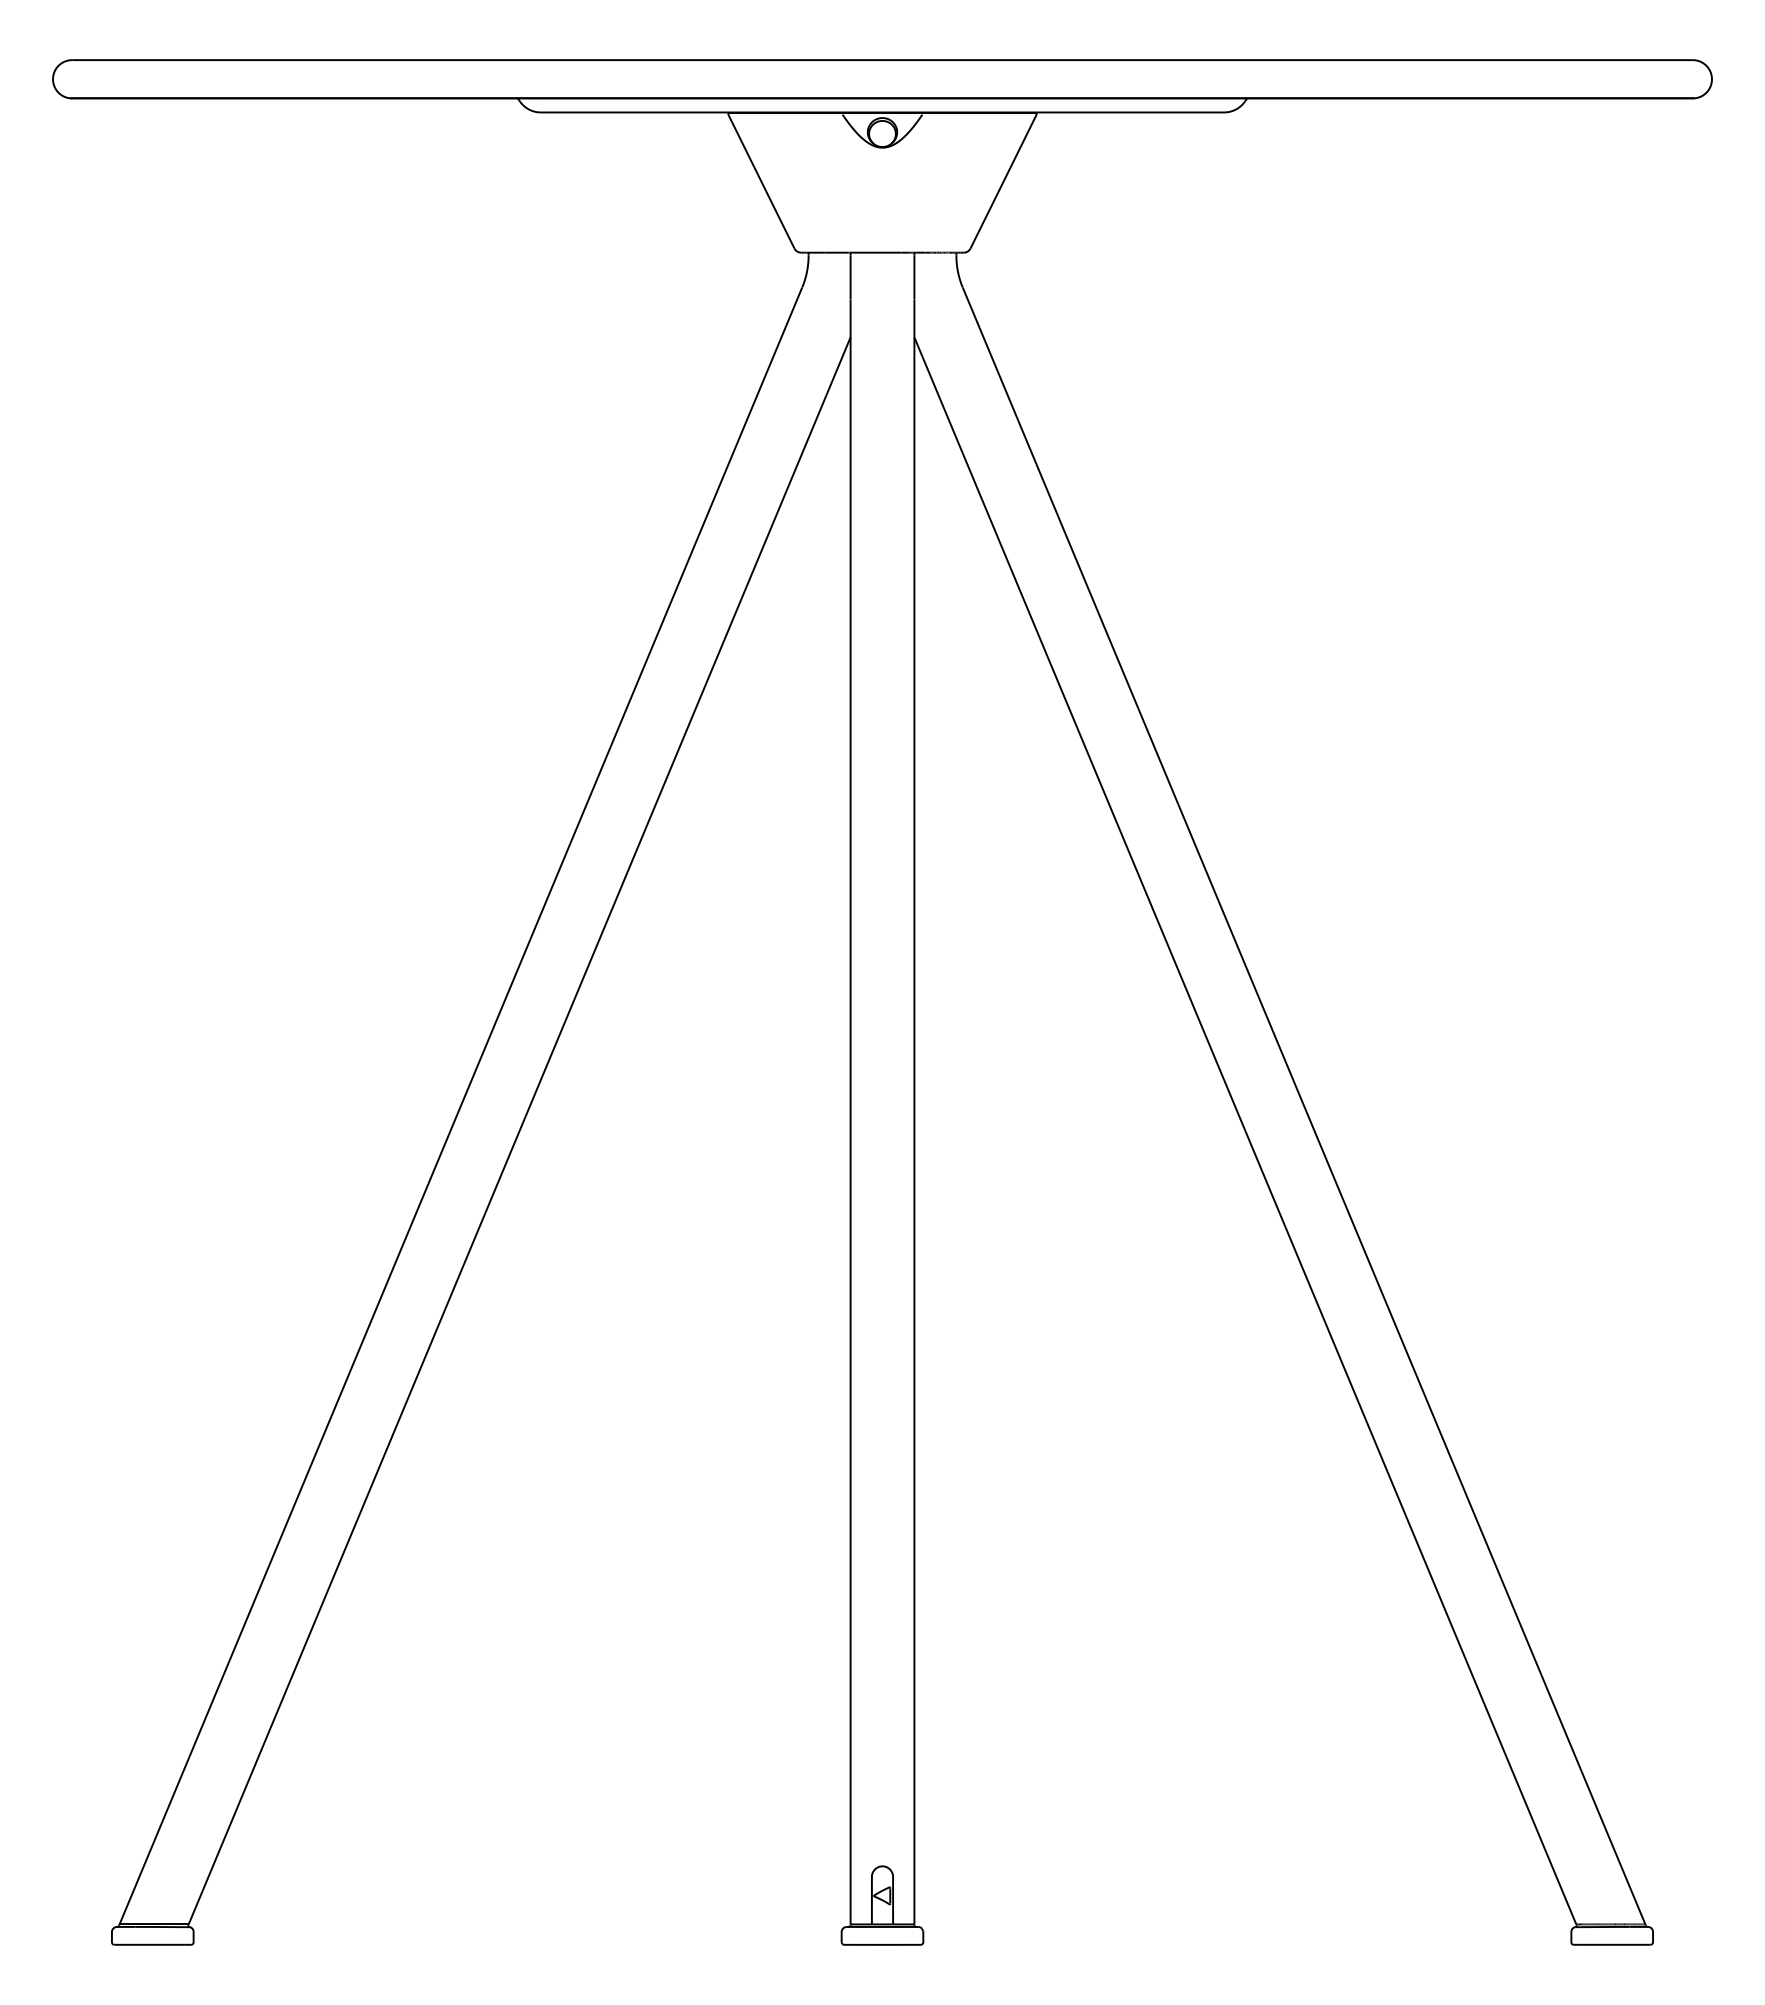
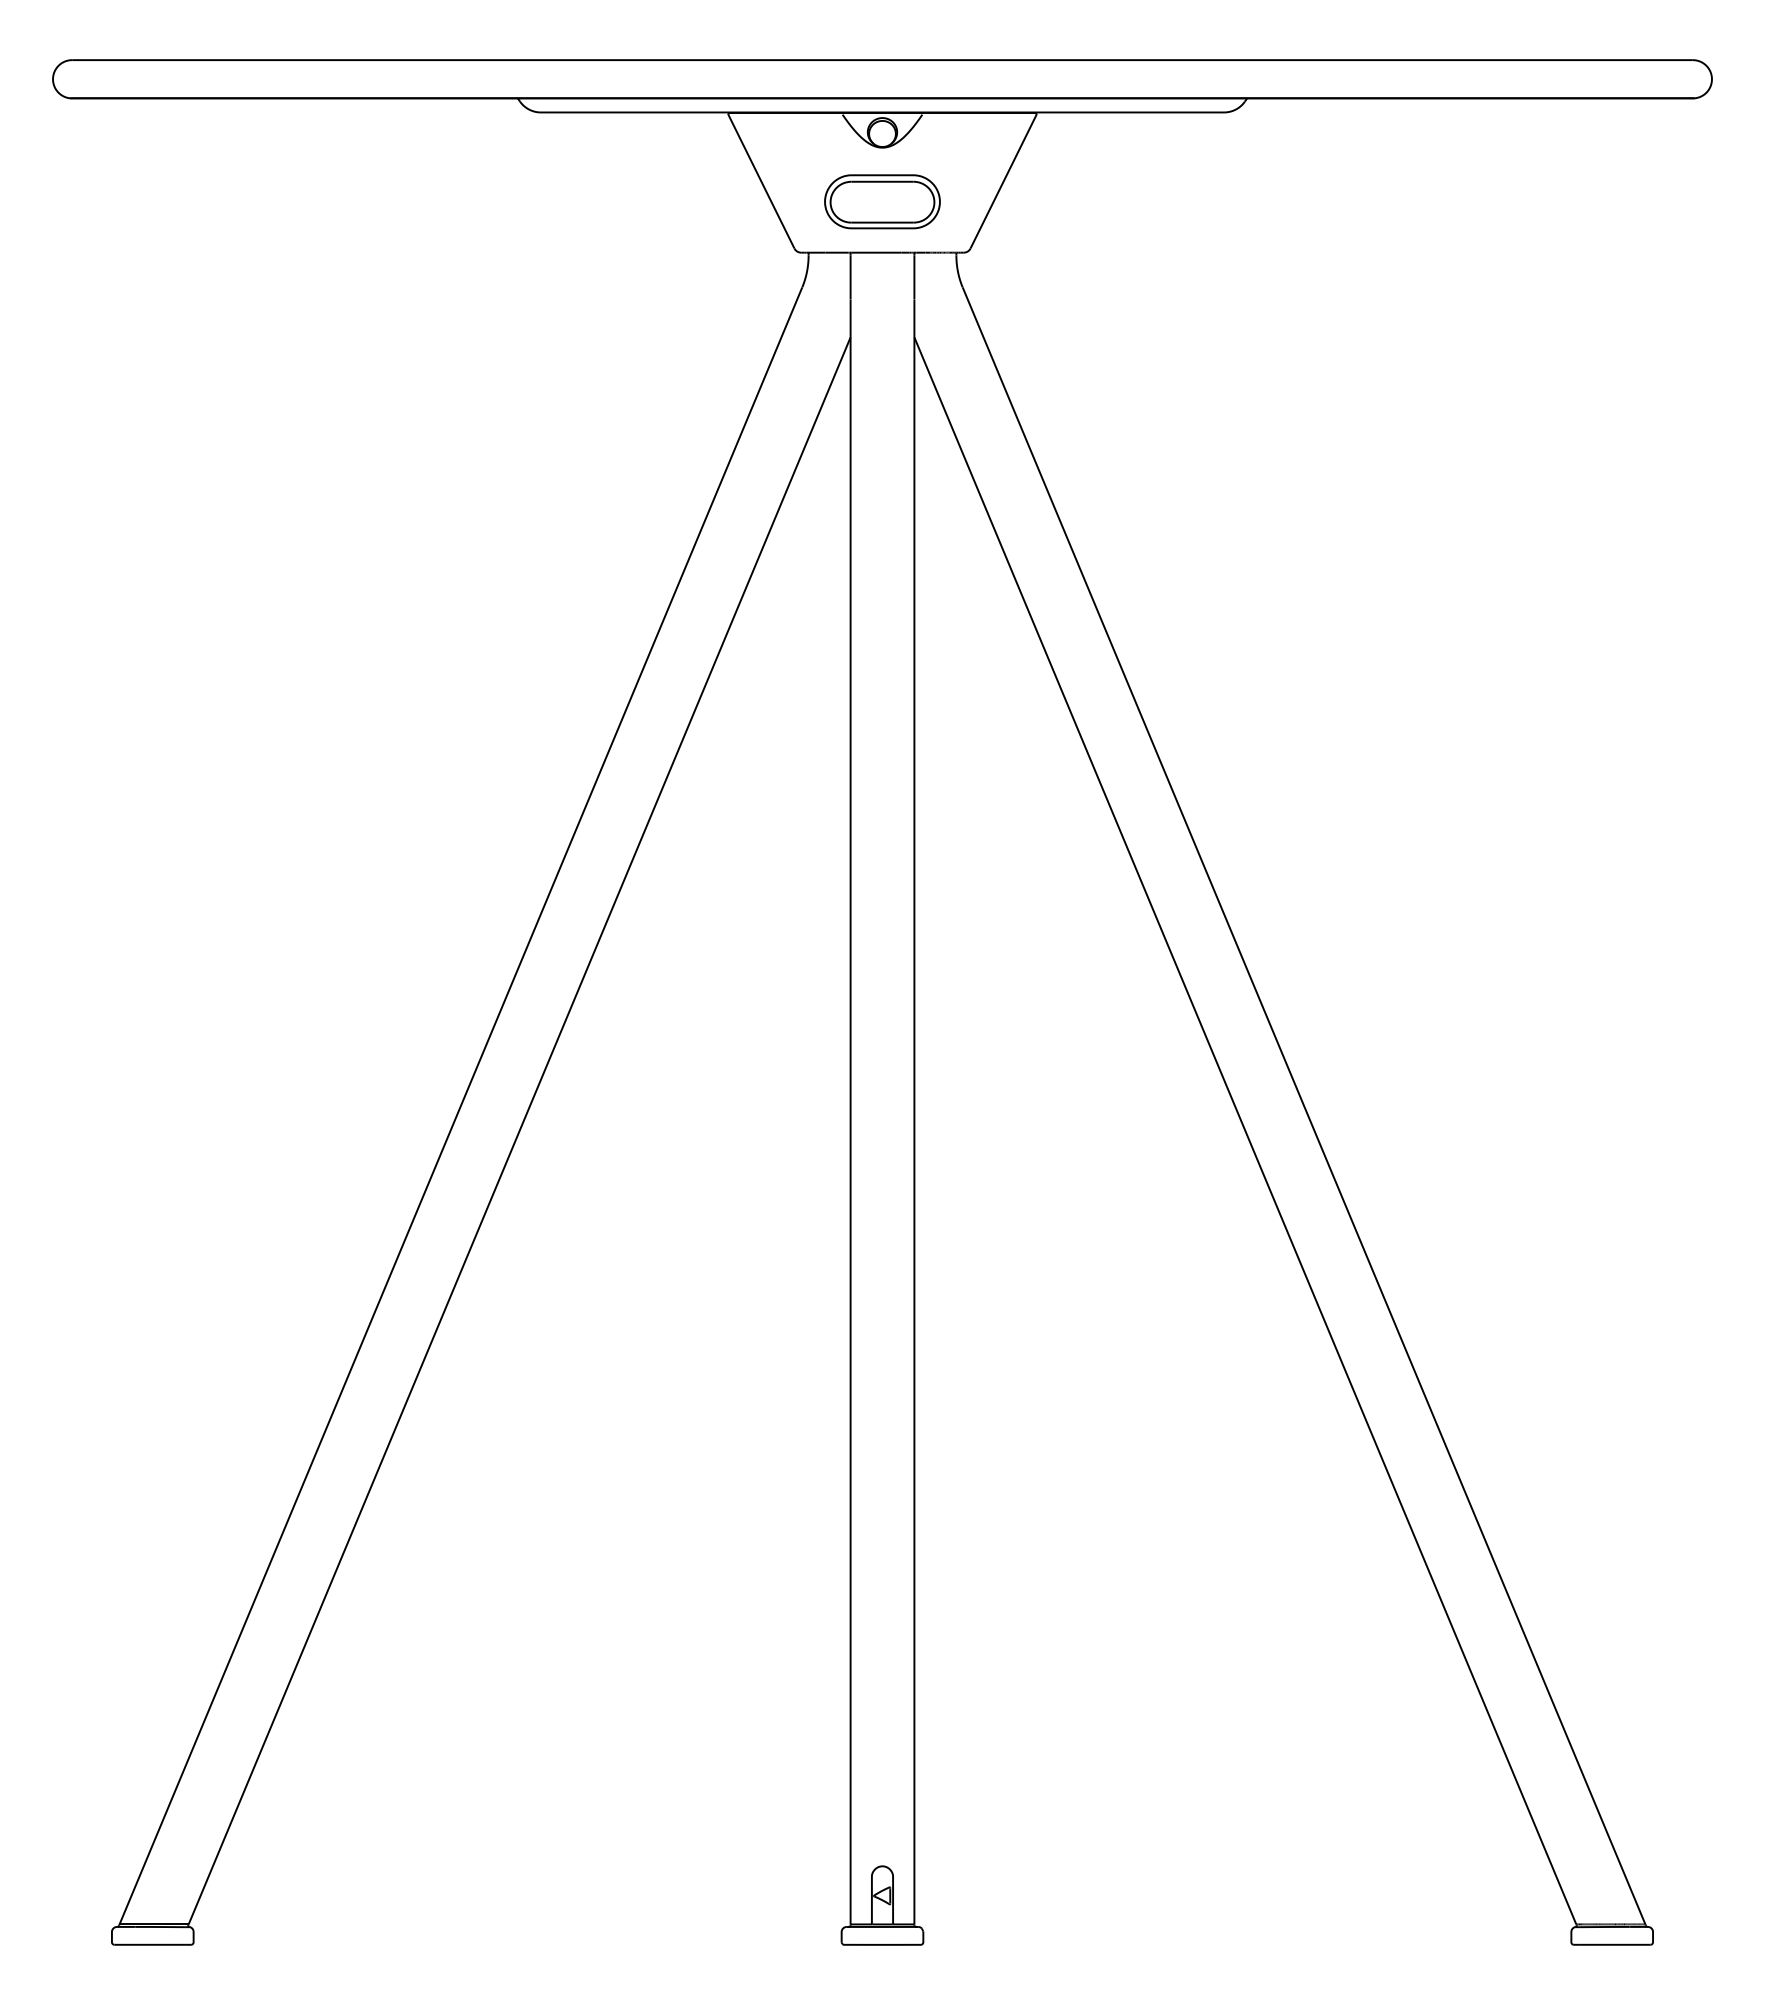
part at (882, 201): none -> present
